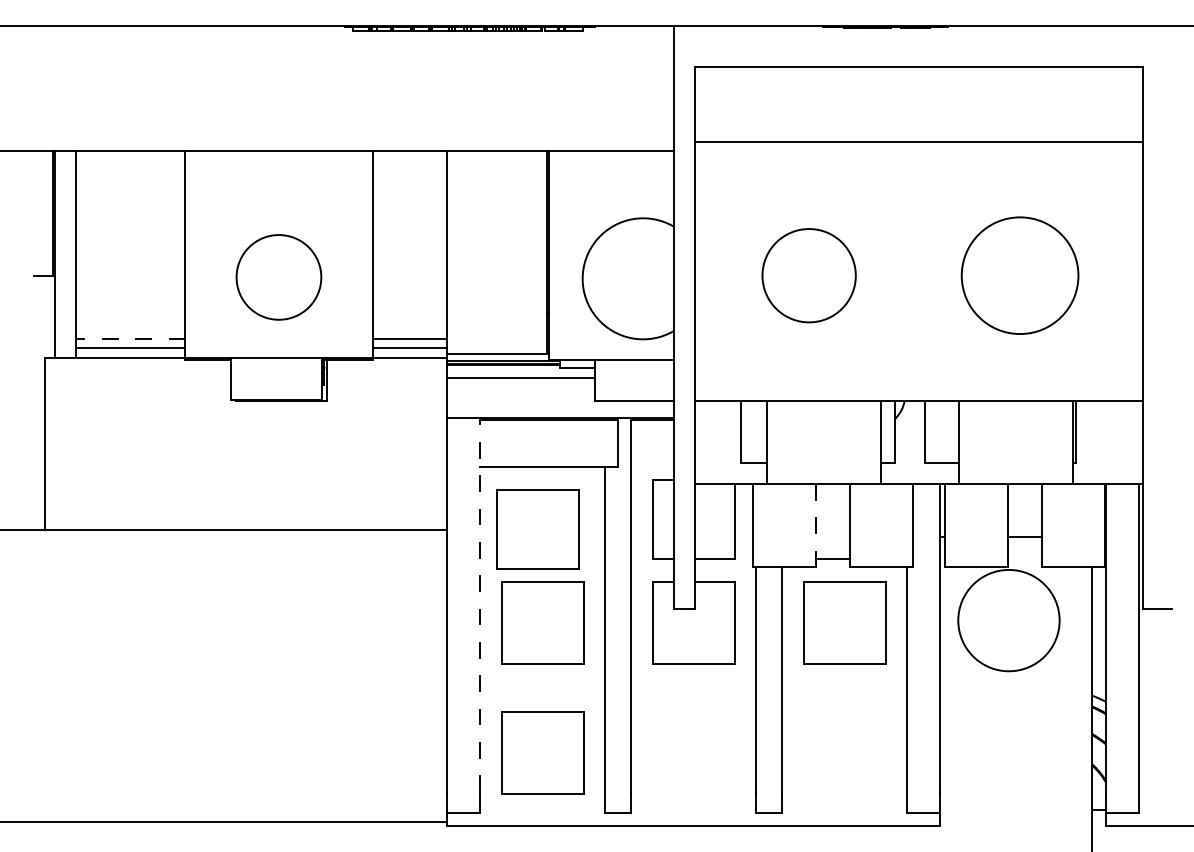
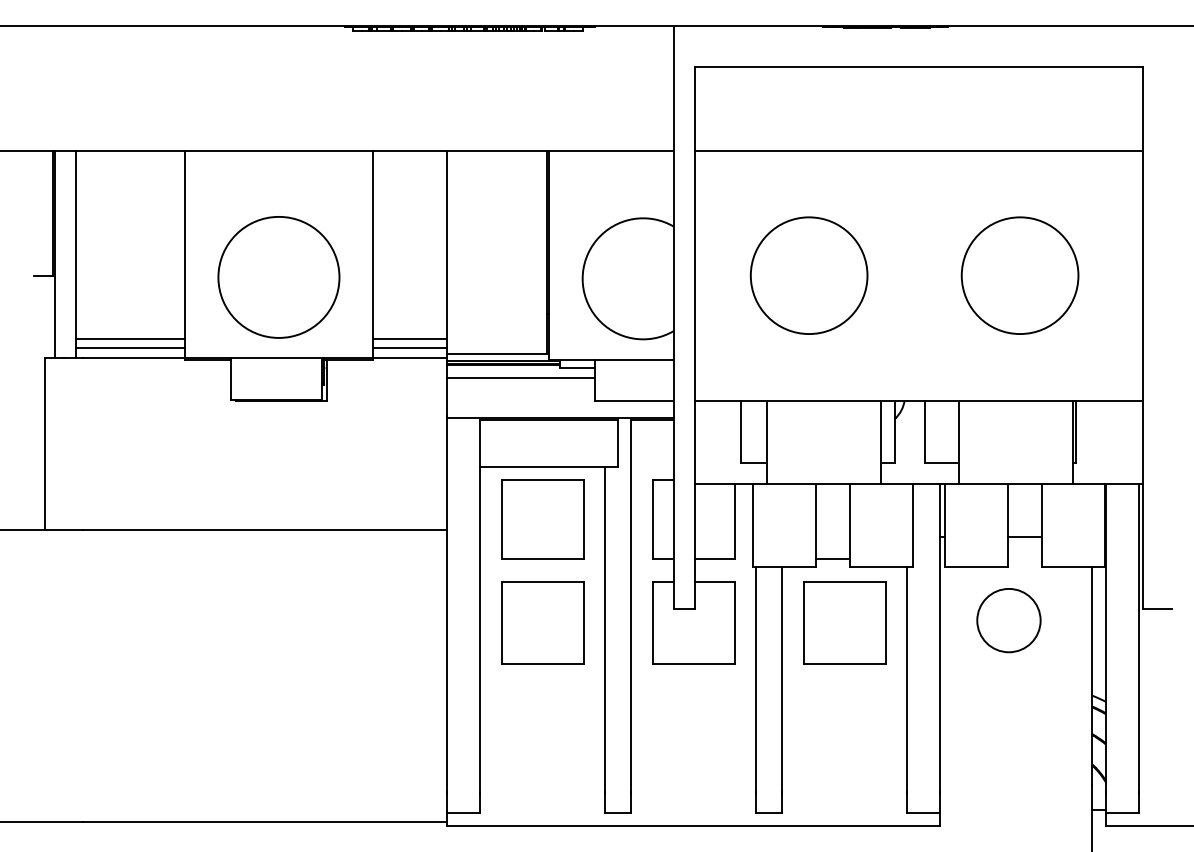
line at (918, 141) position: (918, 141) -> (918, 150)
circle at (808, 275) diameter: 93 px -> 117 px
circle at (278, 277) diameter: 85 px -> 121 px
line at (130, 339): dashed -> solid
line at (815, 525): dashed -> solid
part at (537, 529) position: (537, 529) -> (542, 519)
line at (480, 605): dashed -> solid
circle at (1008, 620) diameter: 101 px -> 63 px
part at (542, 752): present -> none
